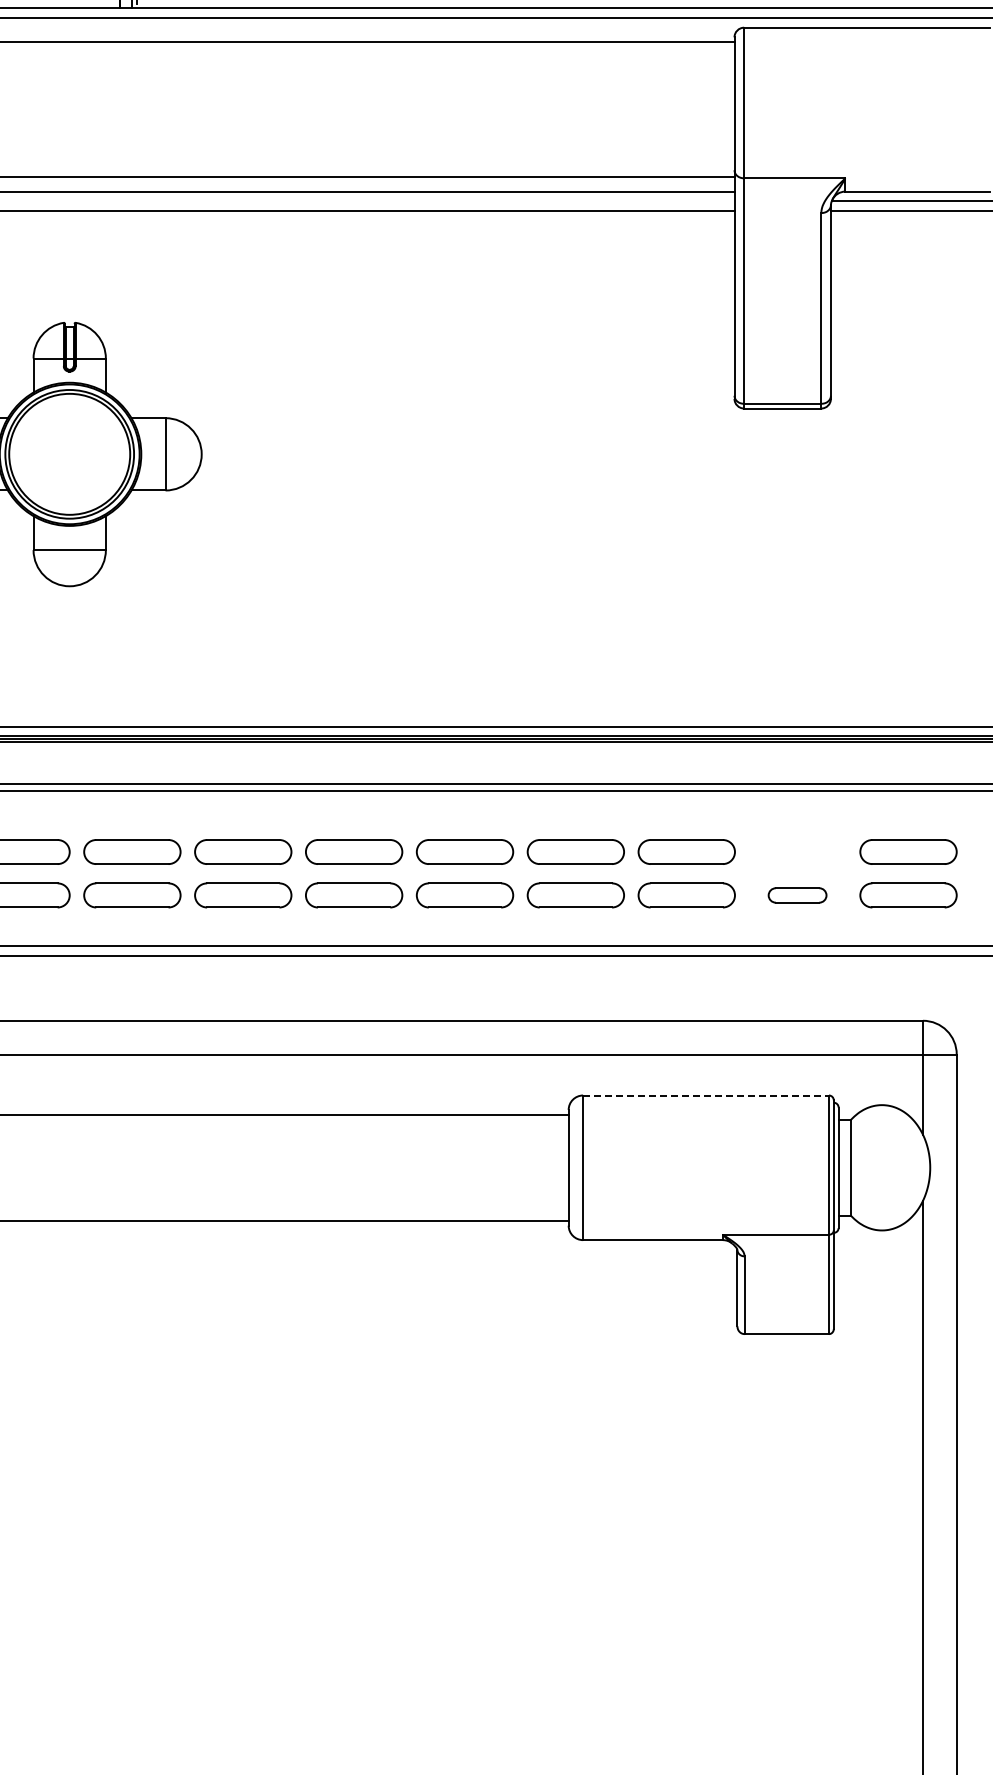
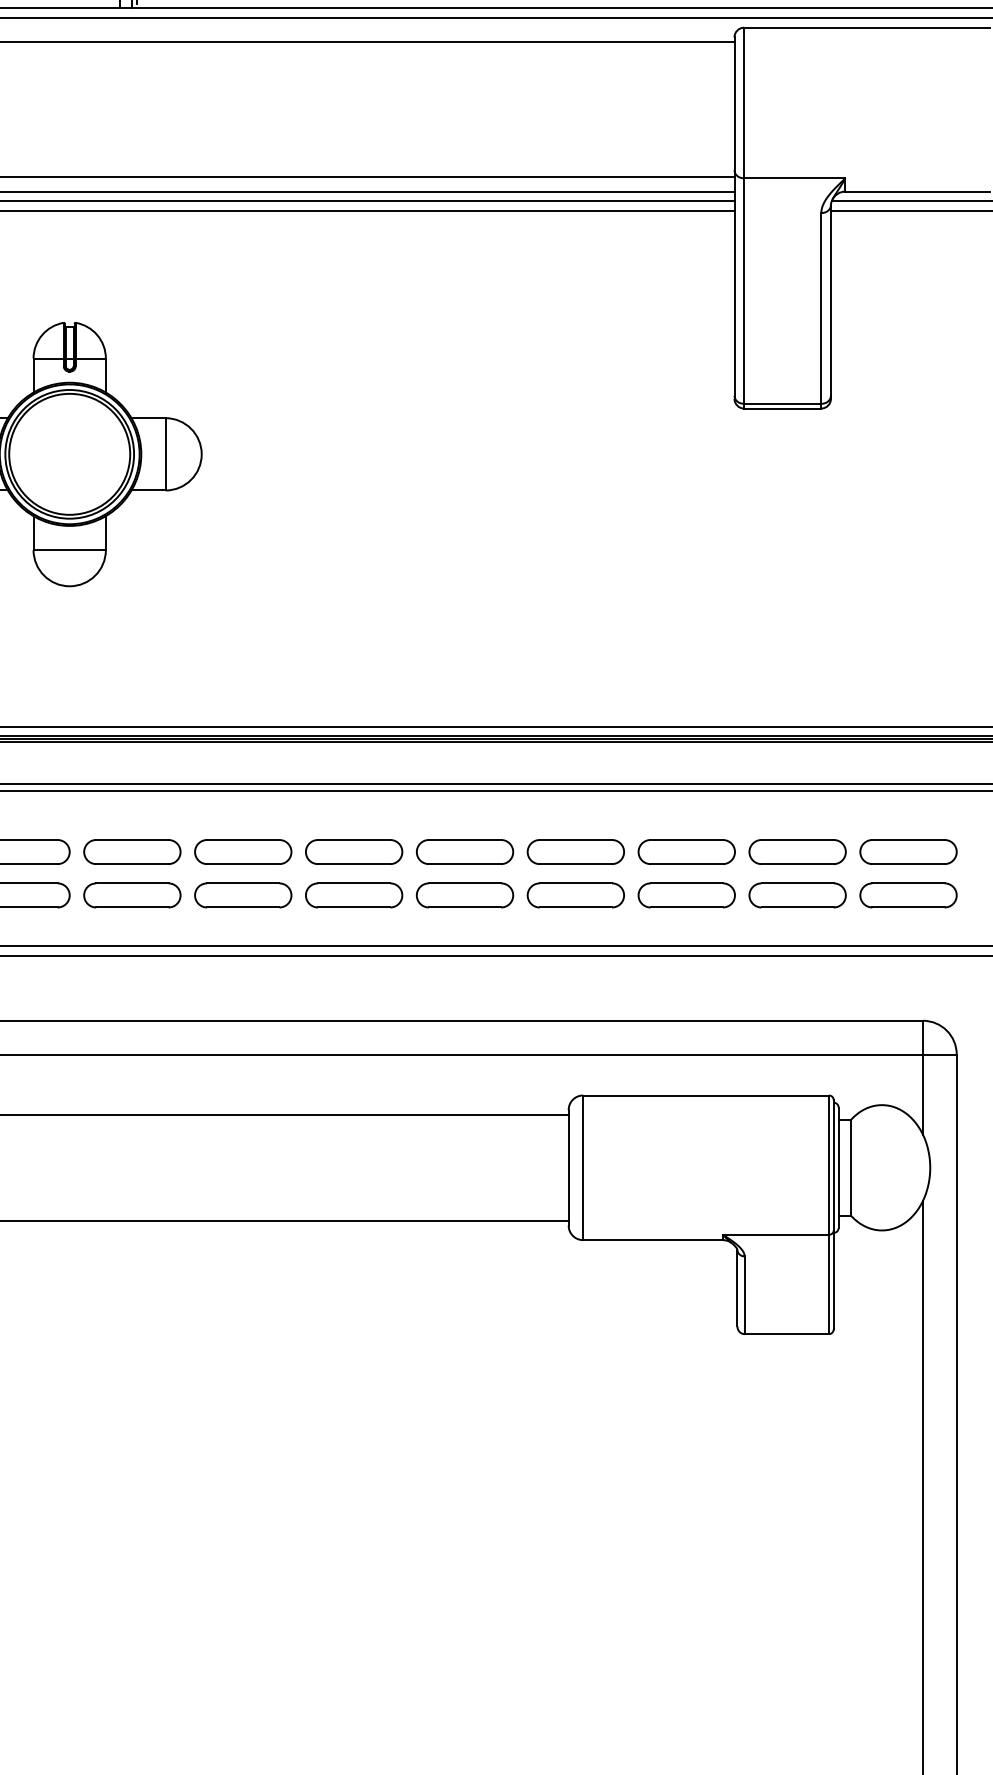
line at (368, 201): none -> present
part at (797, 851): none -> present
part at (797, 895) size: 61x17 px -> 99x27 px
line at (706, 1095): dashed -> solid
